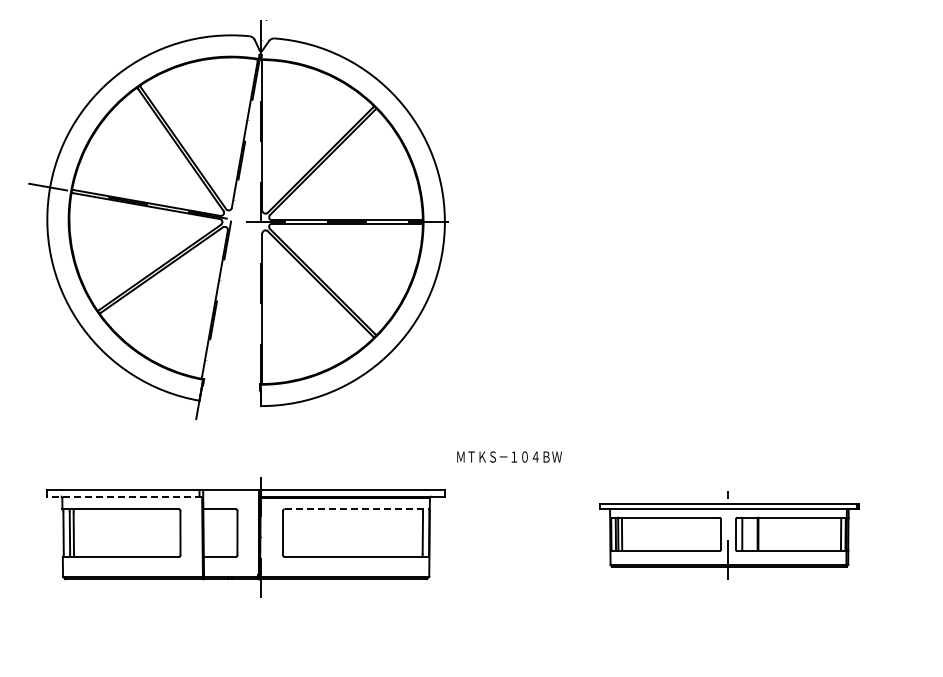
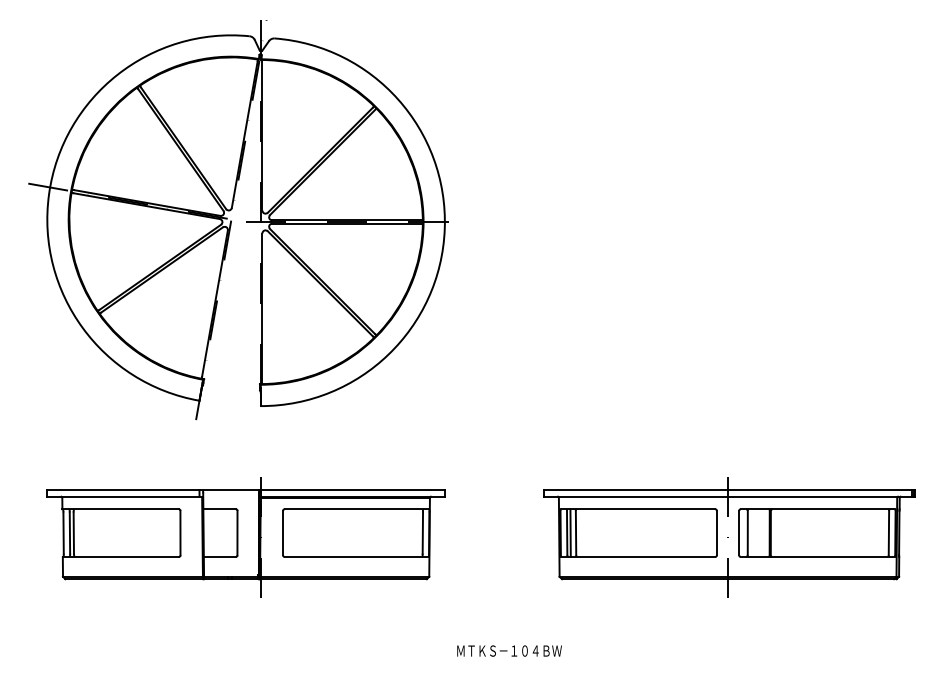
text at (509, 456) position: (509, 456) -> (509, 650)
line at (124, 496): dashed -> solid
line at (357, 509): dashed -> solid
part at (729, 535) size: 261x89 px -> 373x121 px
